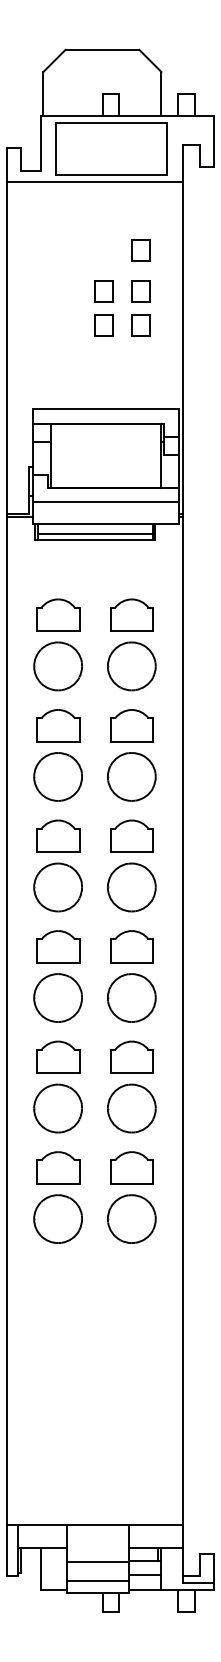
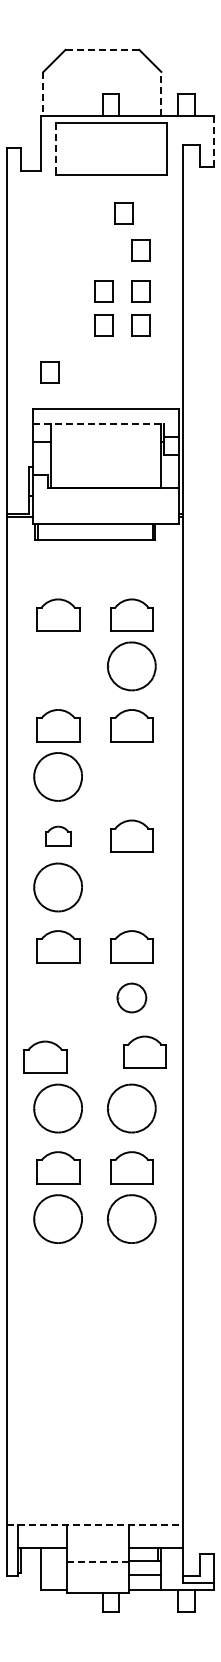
line at (102, 49): solid -> dashed
line at (161, 93): solid -> dashed
line at (43, 94): solid -> dashed
line at (214, 141): solid -> dashed
line at (55, 149): solid -> dashed
line at (94, 182): present -> none
part at (123, 213): none -> present
part at (49, 372): none -> present
line at (98, 423): solid -> dashed
line at (106, 502): present -> none
line at (94, 534): present -> none
part at (57, 666): present -> none
part at (131, 776): present -> none
part at (58, 835) size: 45x34 px -> 27x22 px
part at (131, 887): present -> none
part at (57, 997): present -> none
part at (131, 997) size: 50x50 px -> 32x32 px
part at (58, 1056) position: (58, 1056) -> (45, 1056)
part at (131, 1056) position: (131, 1056) -> (144, 1051)
line at (95, 1524): solid -> dashed
line at (98, 1561): solid -> dashed
line at (97, 1581): present -> none
